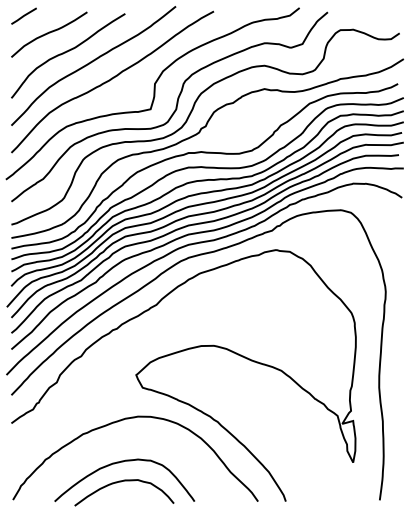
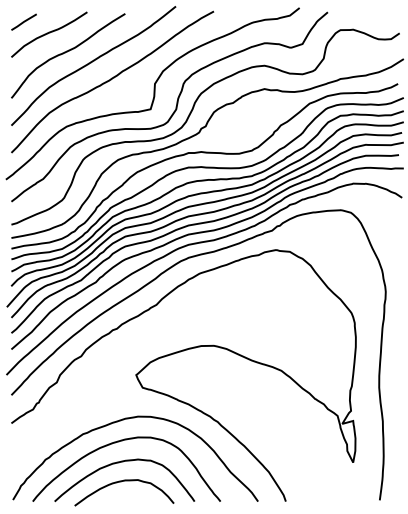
line at (23, 15) position: (23, 15) -> (23, 21)
curve at (119, 442): none -> present
